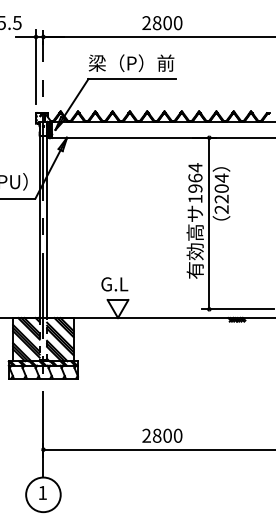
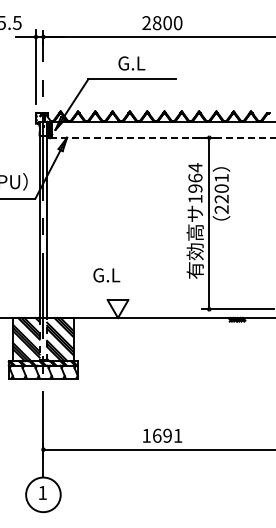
text at (131, 62): 梁（P）前 -> G.L
line at (164, 137): solid -> dashed
text at (221, 177): 2204 -> 2201
text at (114, 284) position: (114, 284) -> (106, 275)
text at (162, 435): 2800 -> 1691
